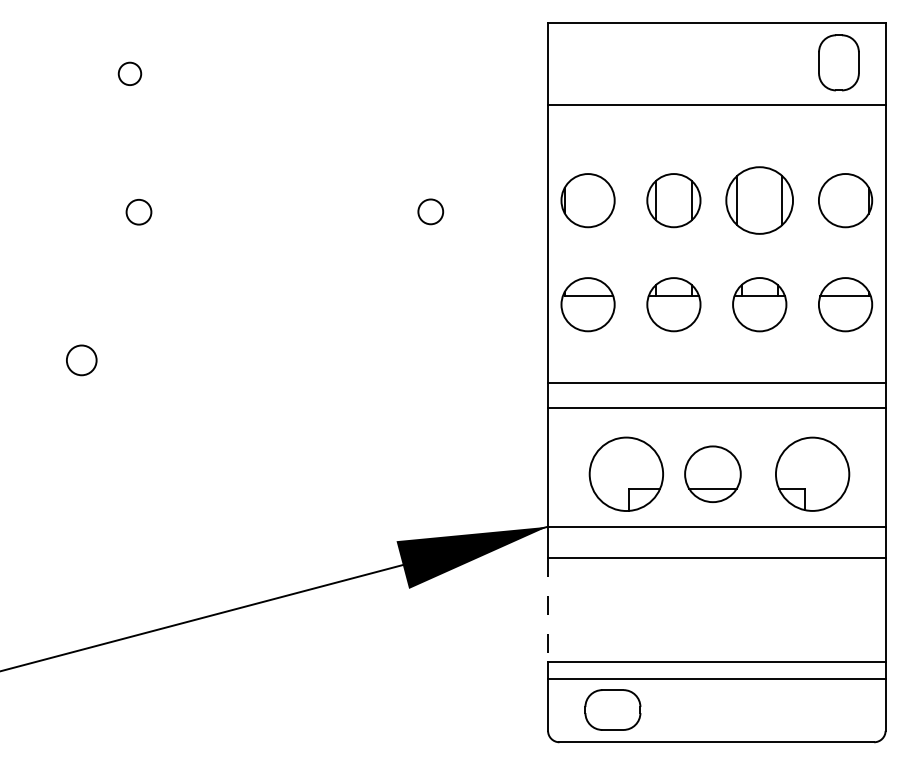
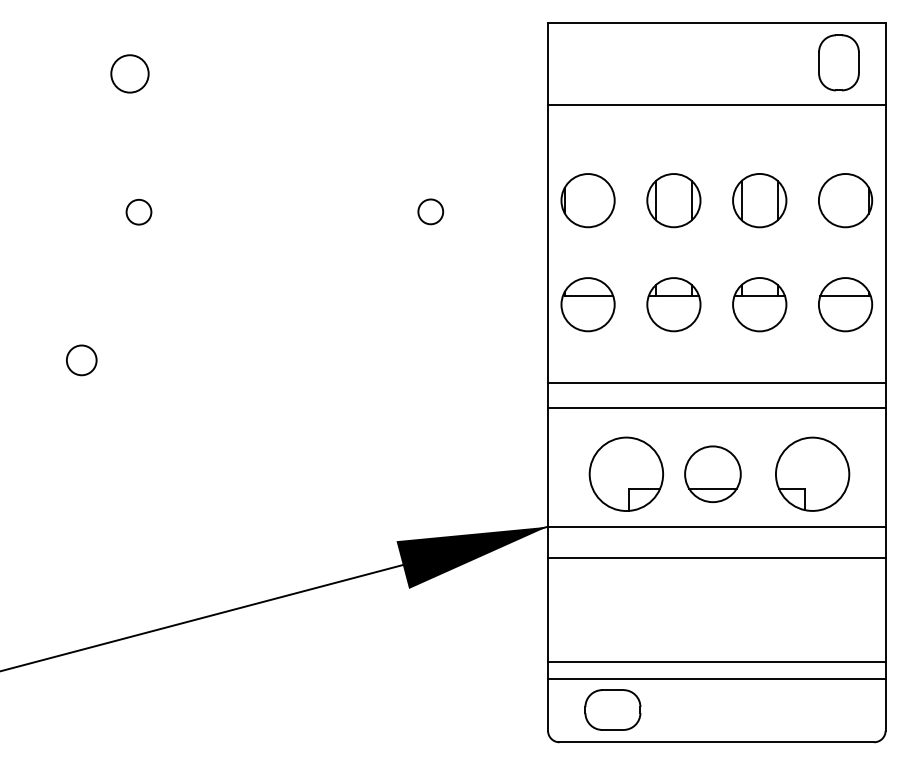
circle at (129, 73) diameter: 22 px -> 37 px
part at (759, 200) size: 69x69 px -> 56x56 px
line at (548, 610): dashed -> solid
